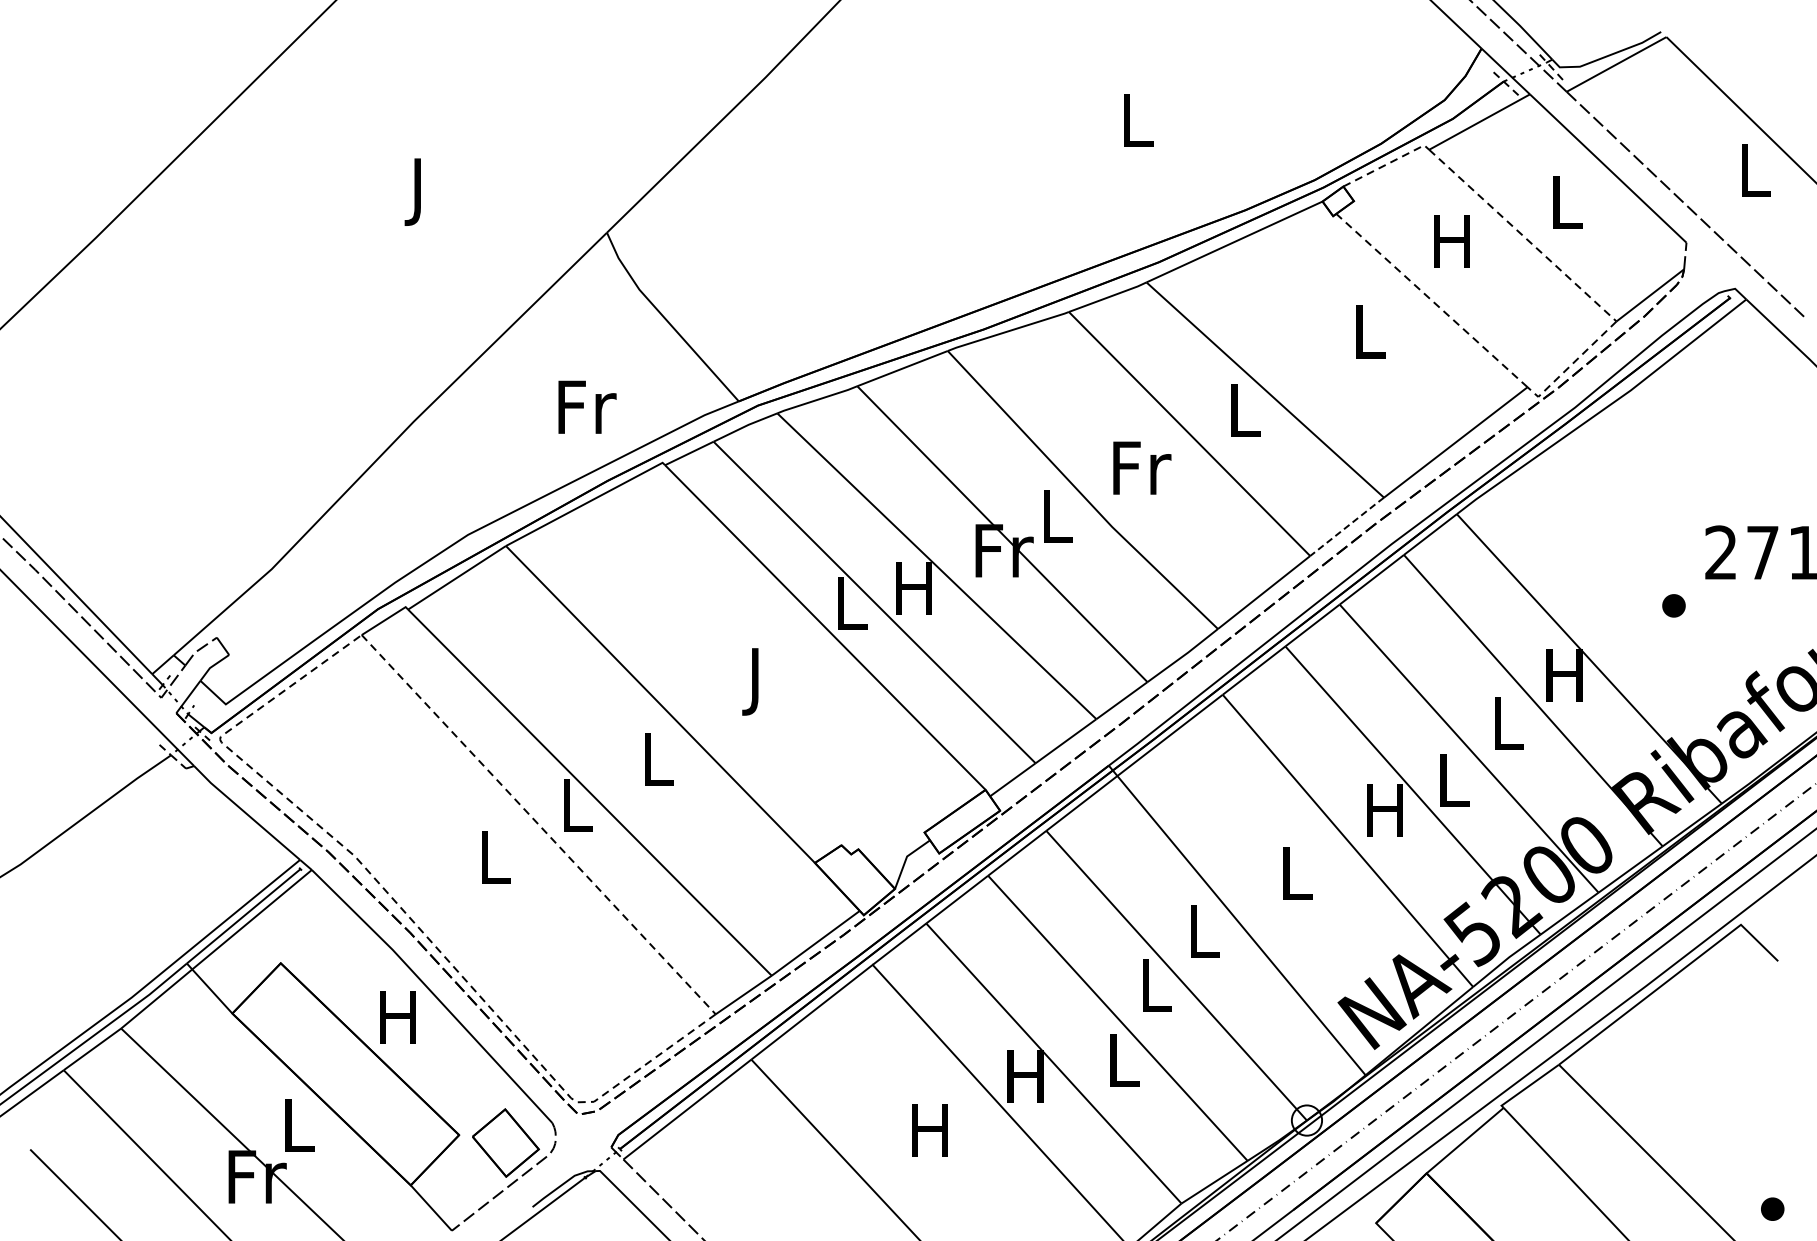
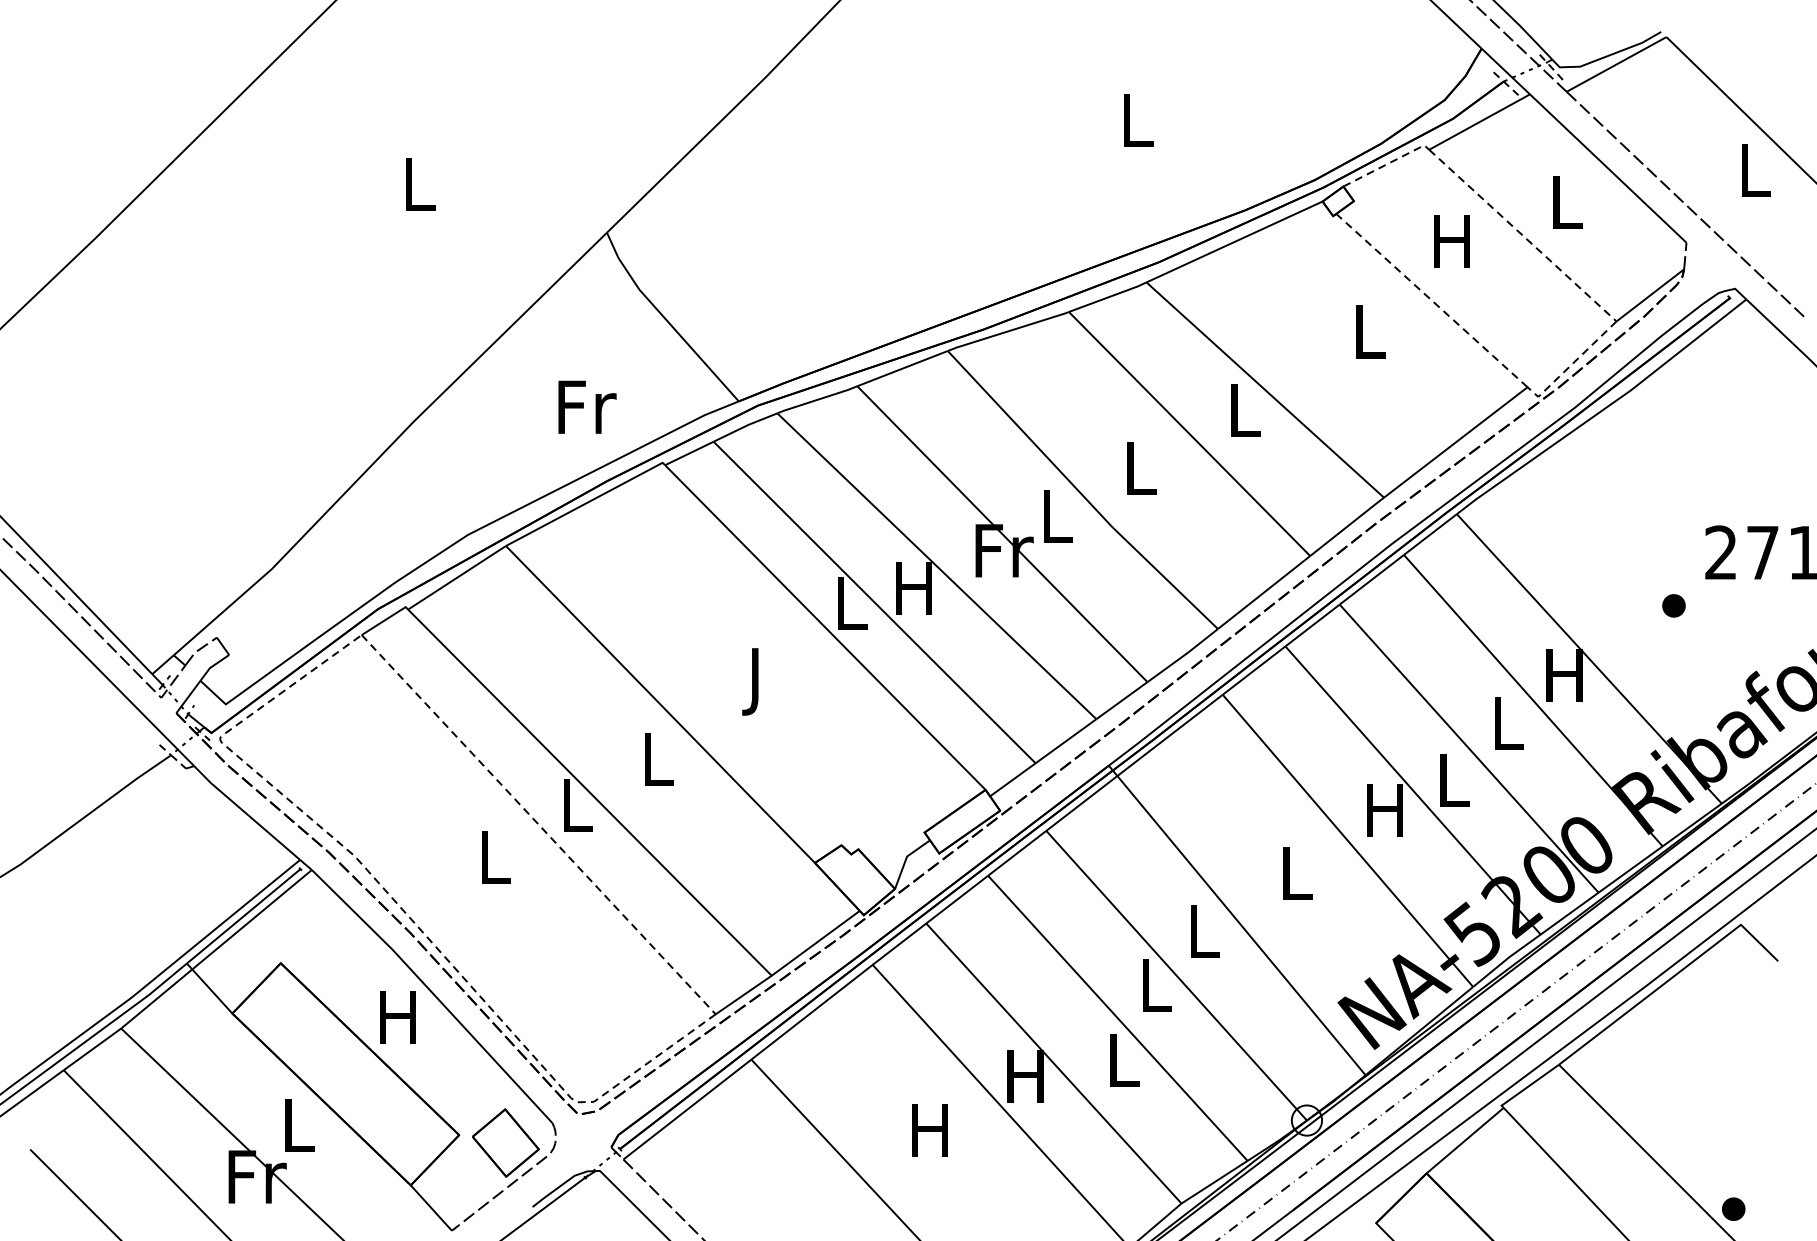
text at (419, 191): J -> L
text at (1142, 467): Fr -> L
line at (1347, 526): dashed -> solid
part at (1772, 1208) position: (1772, 1208) -> (1733, 1208)
